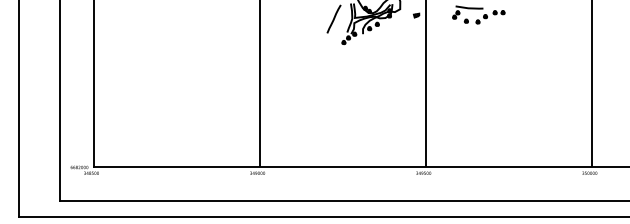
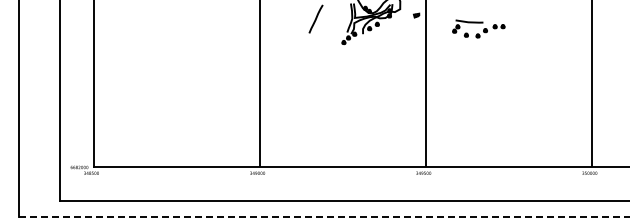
part at (478, 14) position: (478, 14) -> (478, 28)
line at (333, 18) position: (333, 18) -> (315, 18)
line at (324, 217): solid -> dashed
